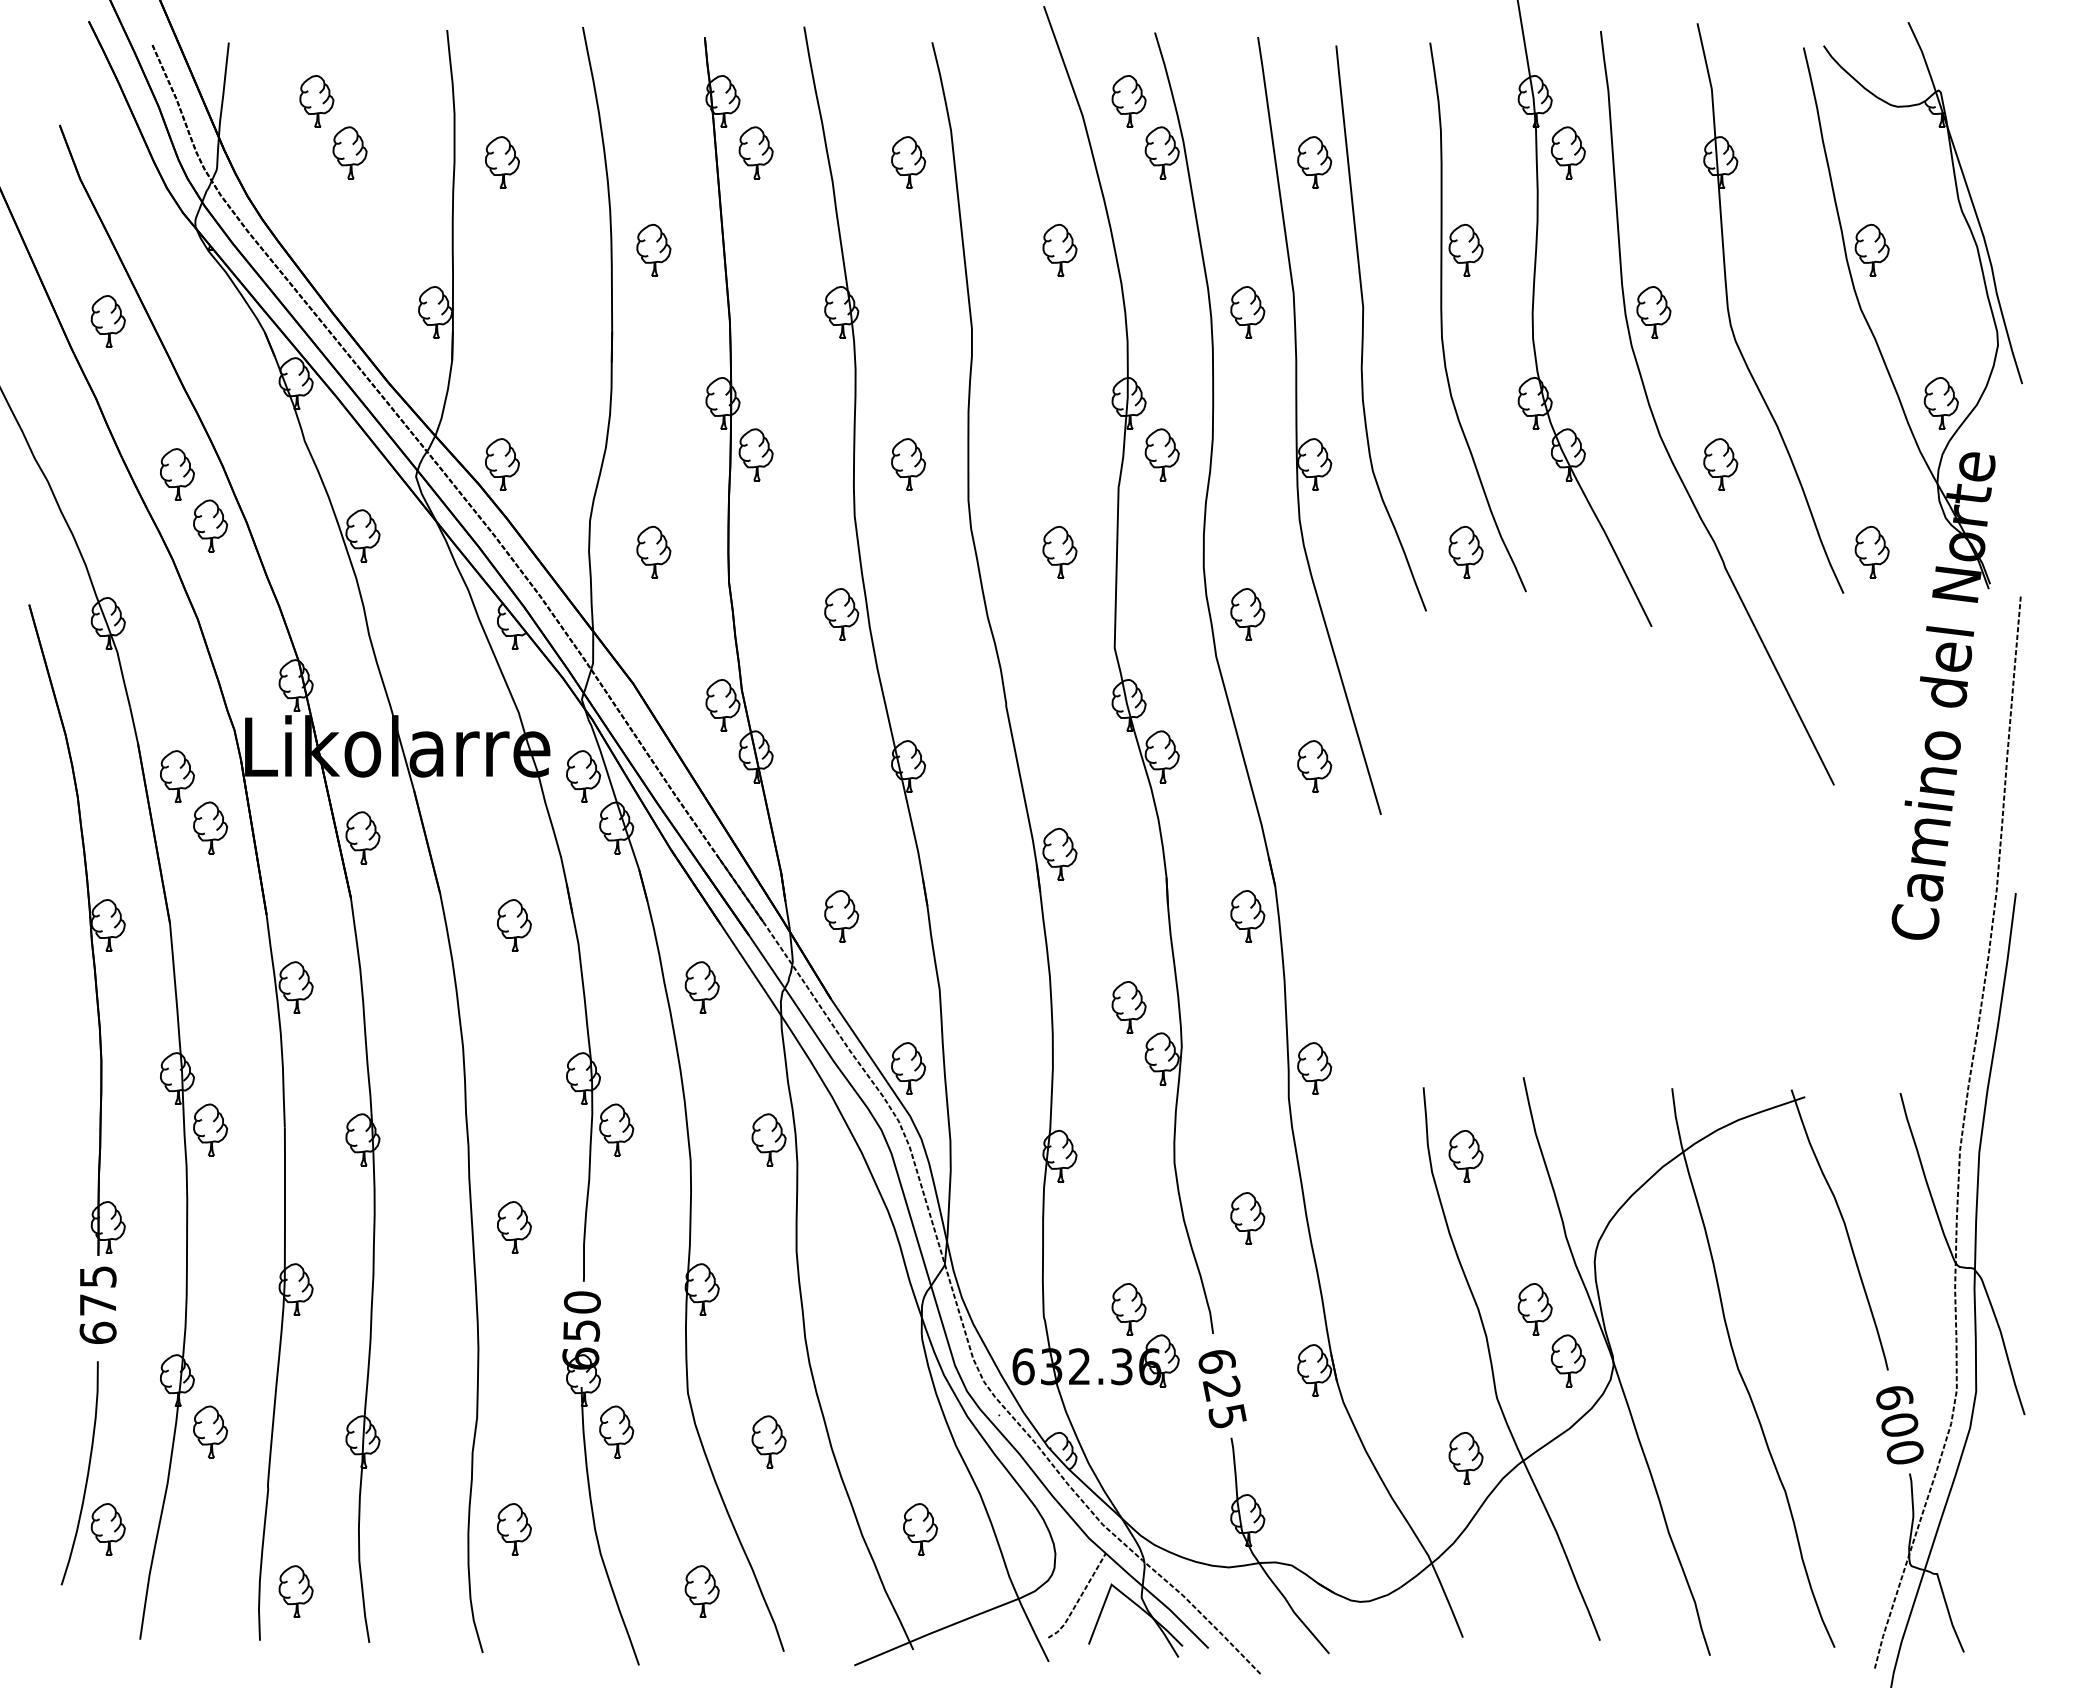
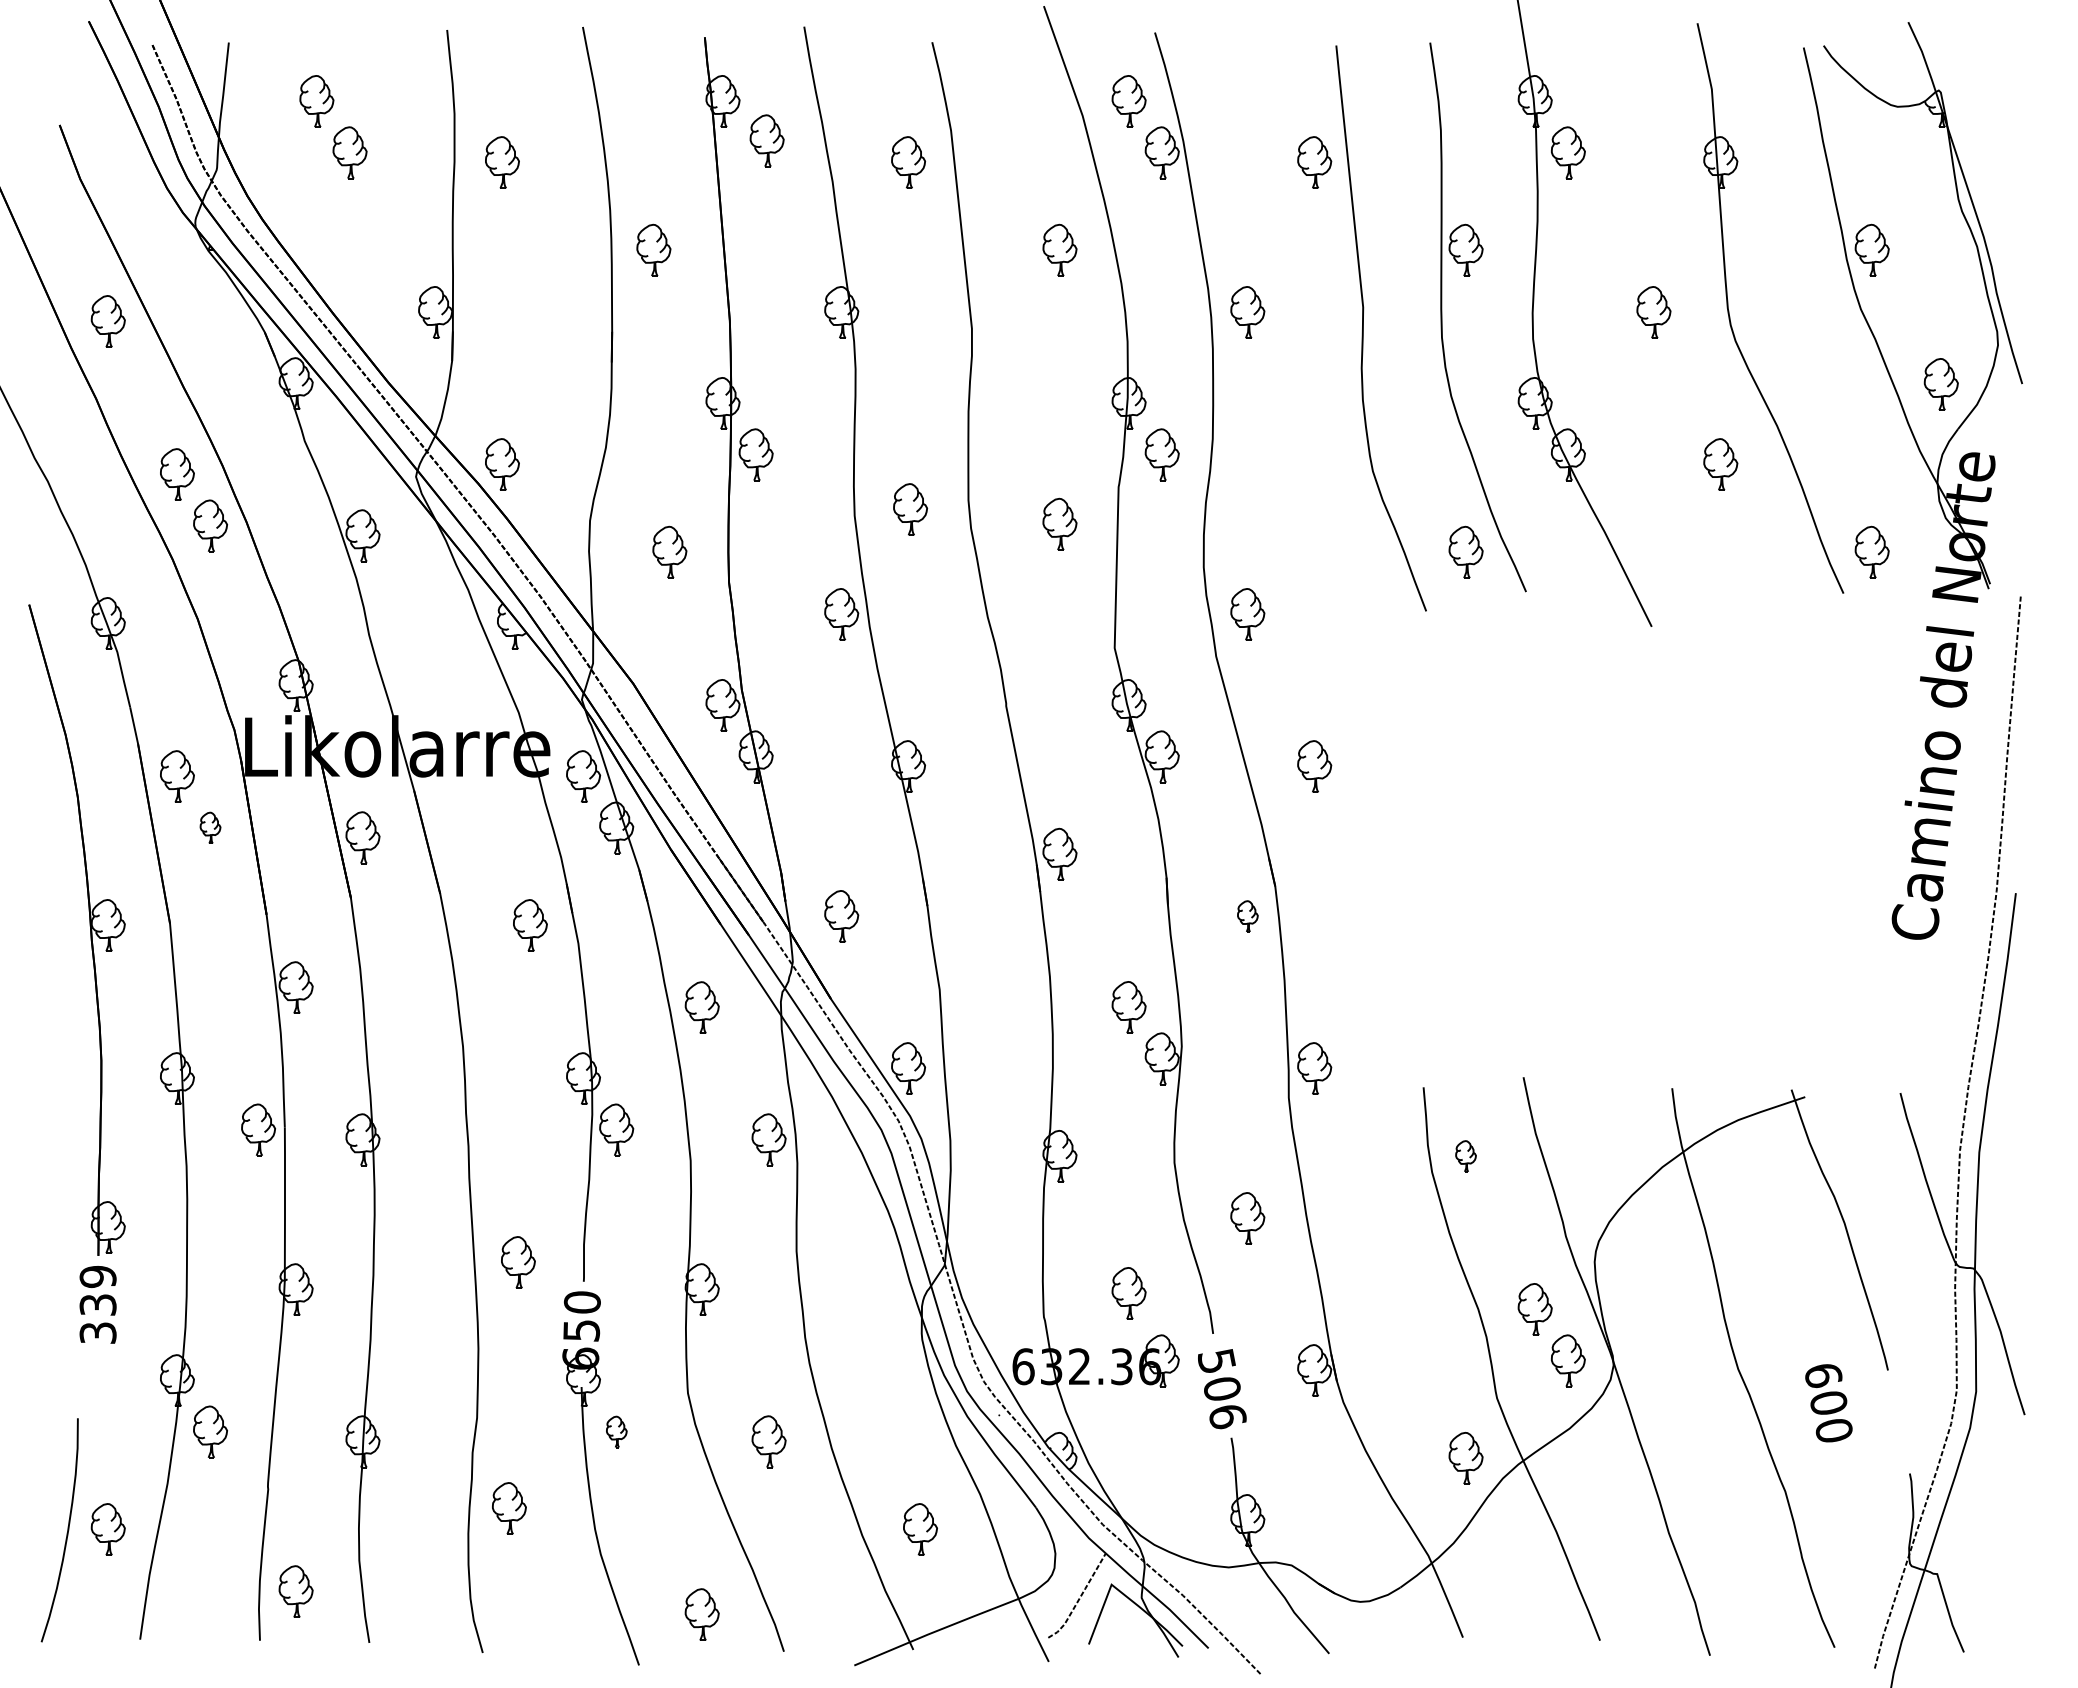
part at (755, 152) position: (755, 152) -> (766, 140)
part at (1940, 403) position: (1940, 403) -> (1940, 384)
curve at (1658, 427): present -> none
part at (1316, 438): present -> none
part at (908, 464) position: (908, 464) -> (910, 509)
part at (653, 551) position: (653, 551) -> (669, 551)
part at (1059, 551) position: (1059, 551) -> (1059, 523)
part at (210, 827) size: 35x54 px -> 23x33 px
part at (1247, 916) size: 36x53 px -> 22x33 px
part at (514, 925) position: (514, 925) -> (530, 925)
part at (701, 987) position: (701, 987) -> (701, 1007)
part at (210, 1129) position: (210, 1129) -> (258, 1129)
part at (1465, 1156) size: 36x53 px -> 22x33 px
part at (514, 1227) position: (514, 1227) -> (518, 1262)
text at (97, 1304): 675 -> 339
part at (1128, 1309) position: (1128, 1309) -> (1128, 1293)
text at (1222, 1389): 625 -> 506
text at (1899, 1425) position: (1899, 1425) -> (1828, 1403)
part at (616, 1431) size: 36x54 px -> 22x34 px
curve at (86, 1476) position: (86, 1476) -> (66, 1533)
part at (514, 1529) position: (514, 1529) -> (509, 1508)
part at (701, 1591) position: (701, 1591) -> (701, 1614)
